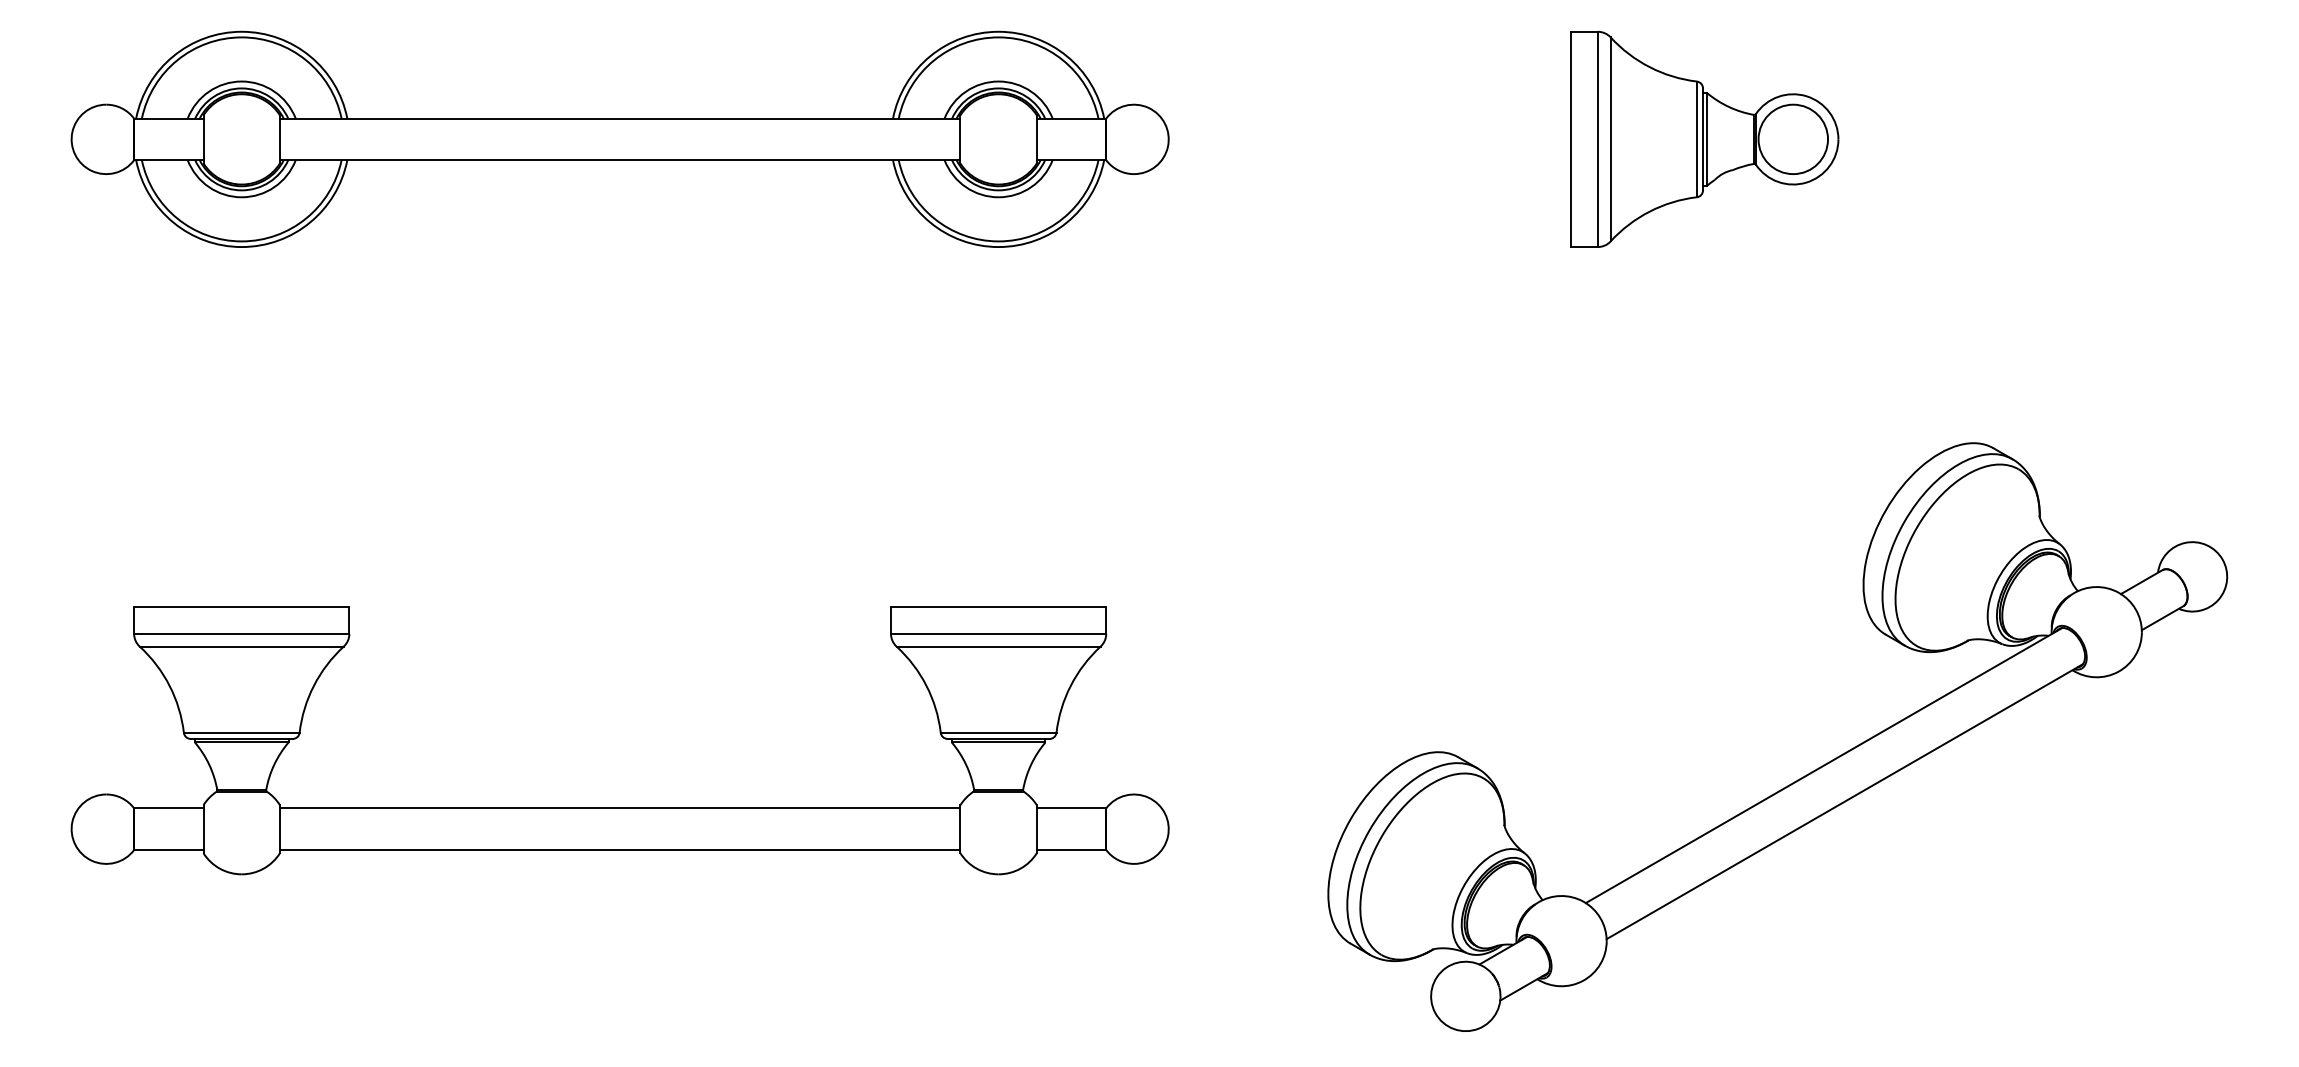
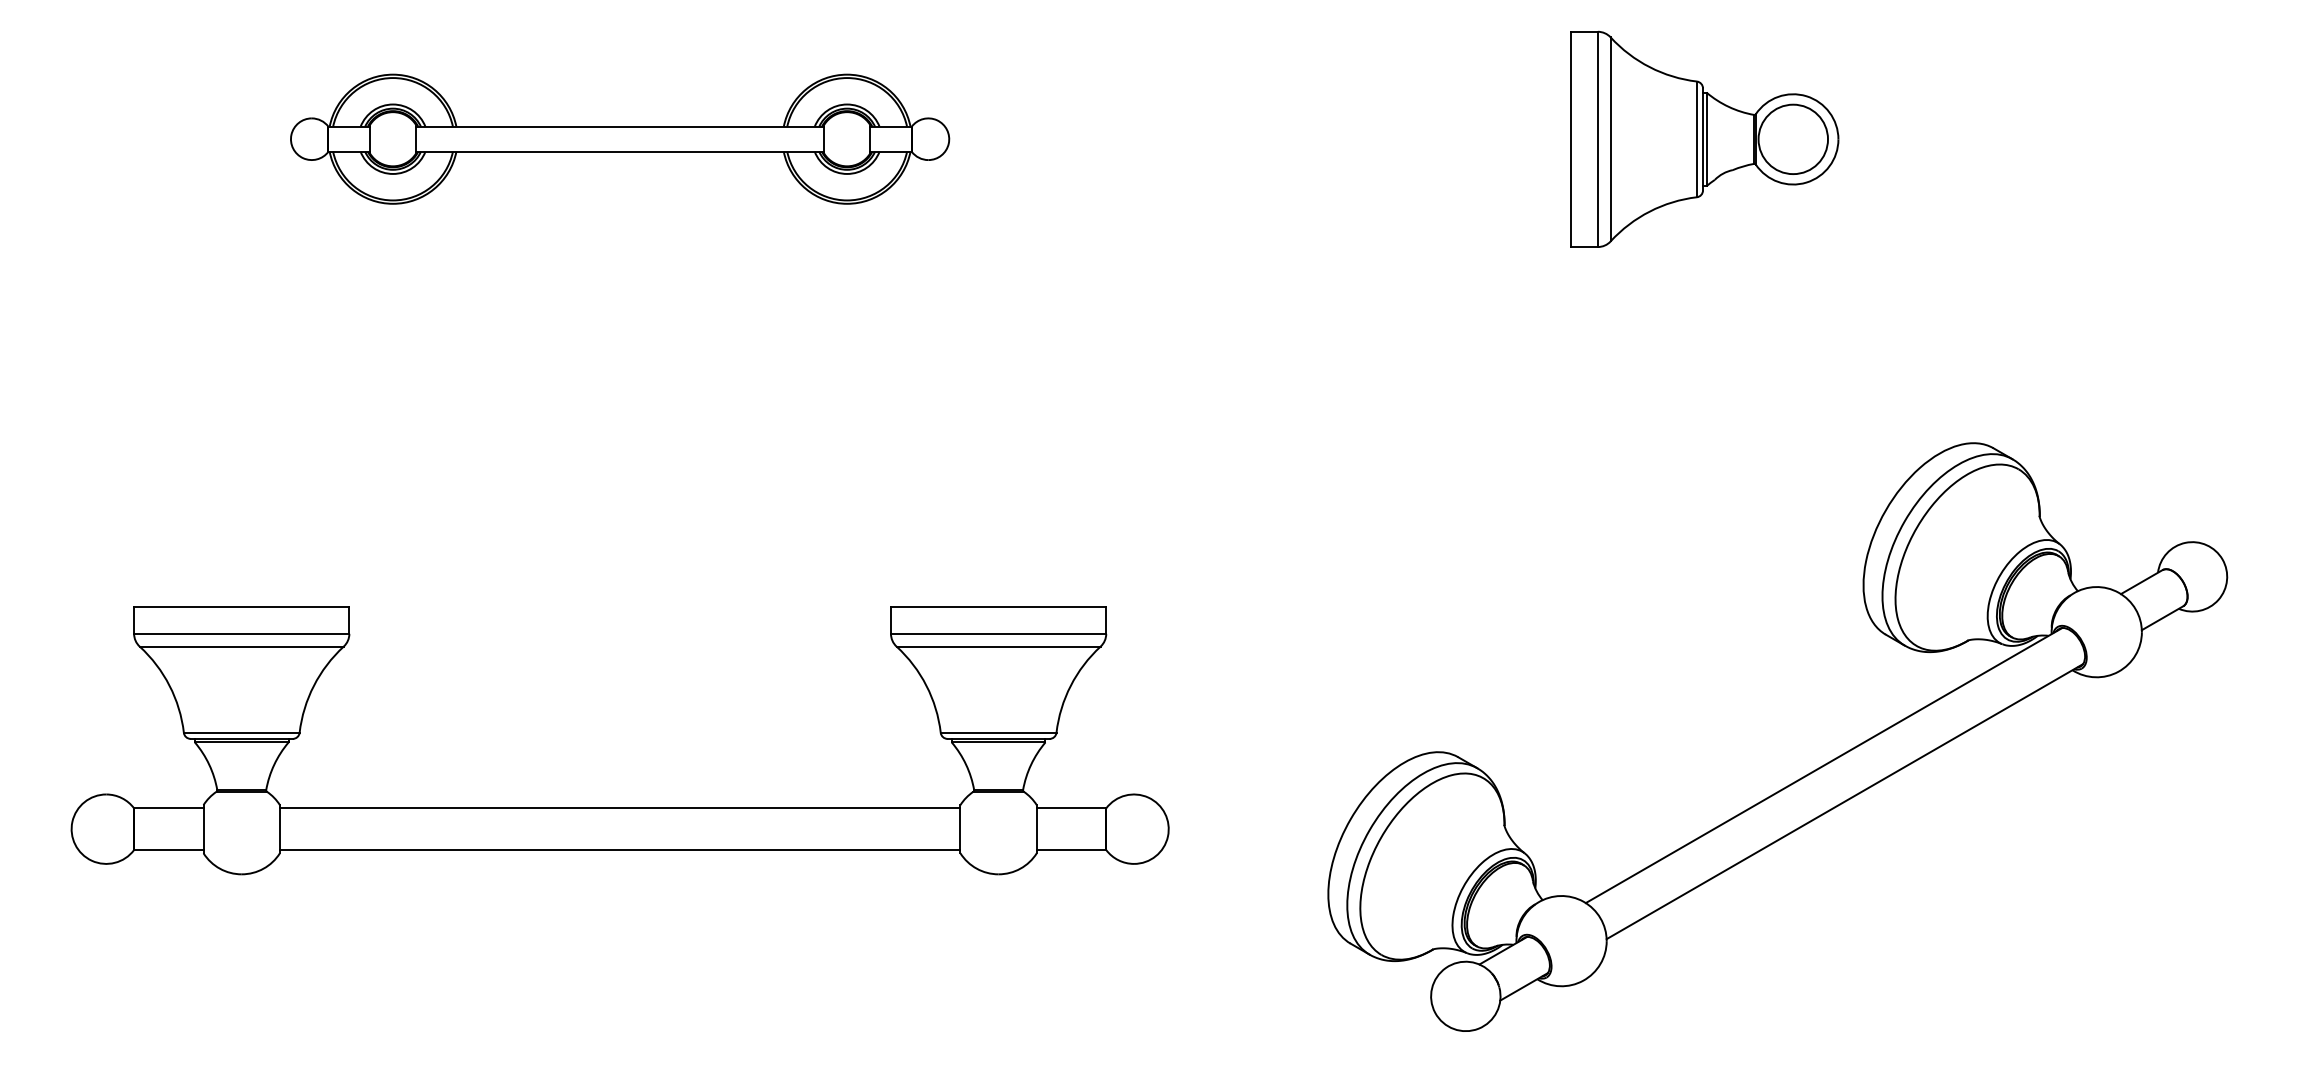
part at (619, 138) size: 1100x218 px -> 661x132 px
